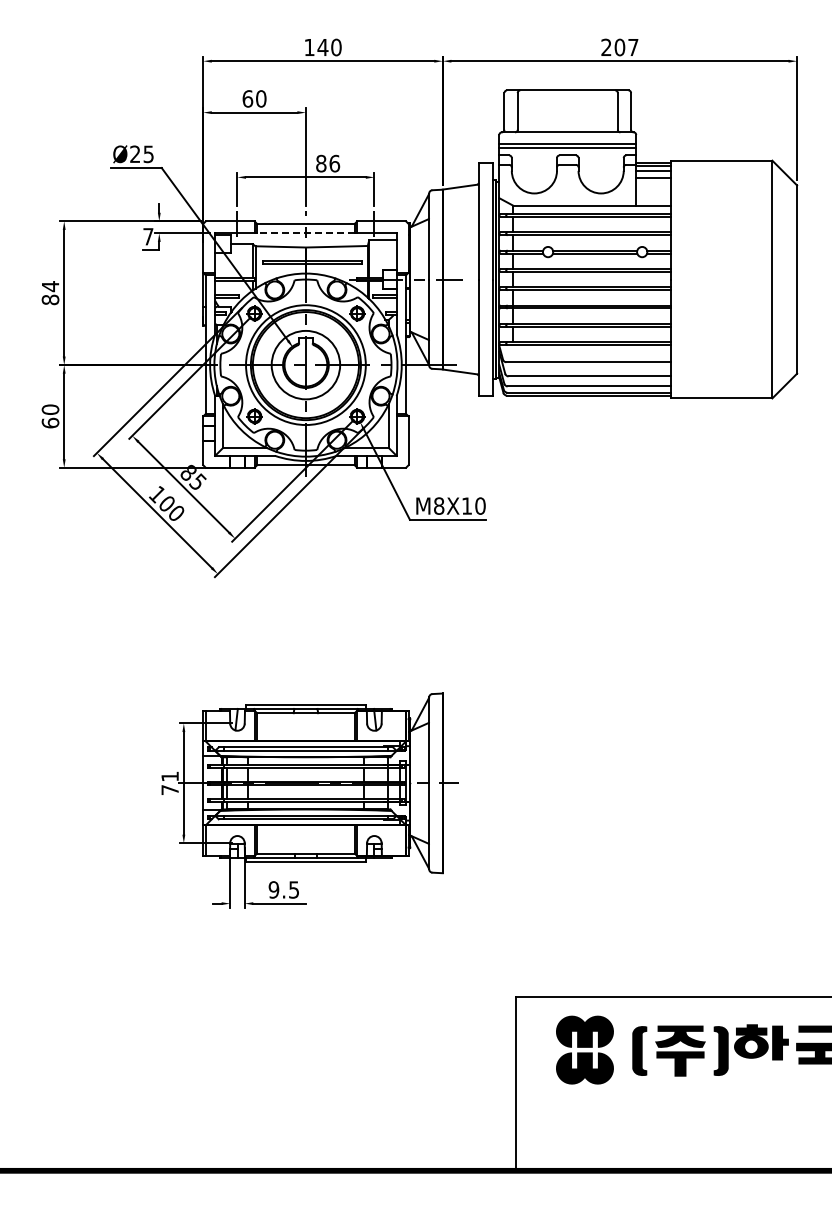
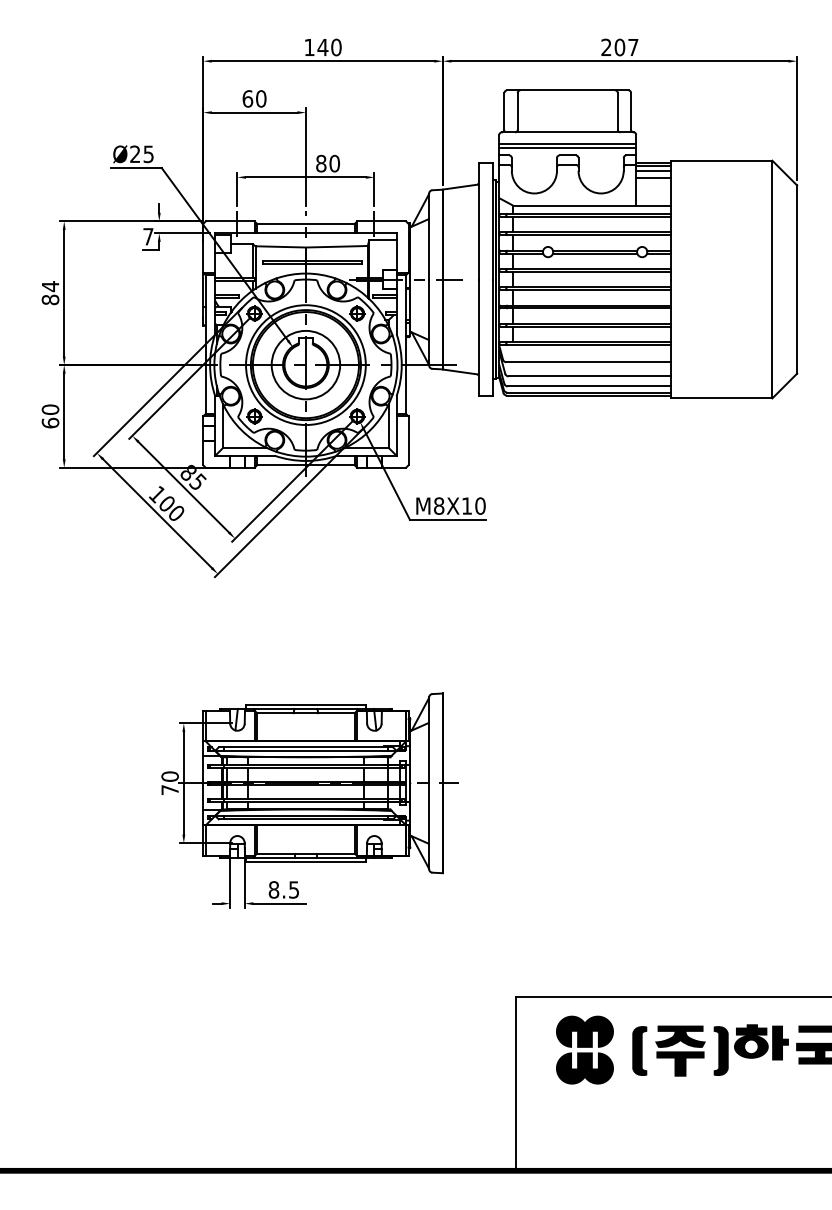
text at (334, 163): 86 -> 80
line at (305, 233): dashed -> solid
text at (169, 776): 71 -> 70
text at (273, 889): 9.5 -> 8.5
